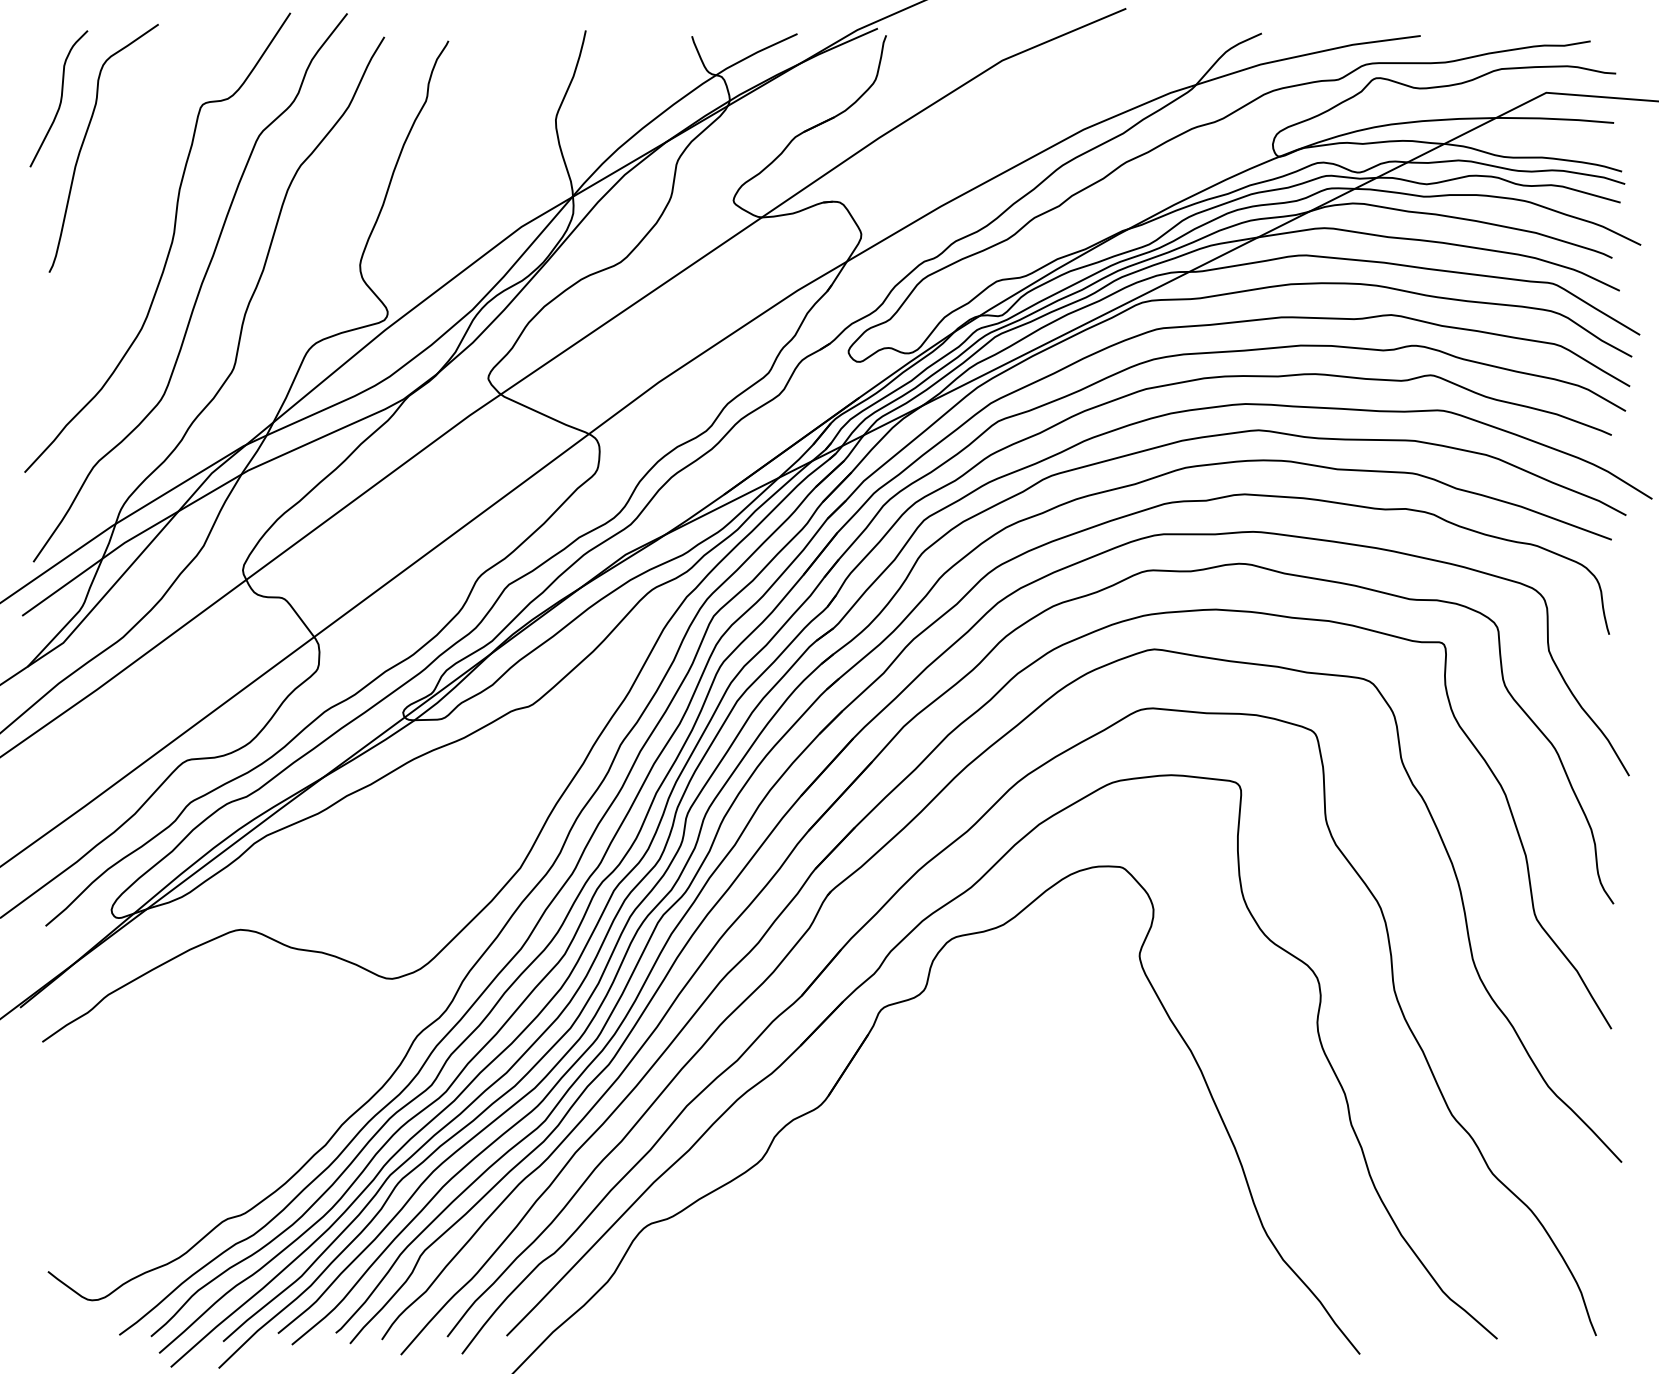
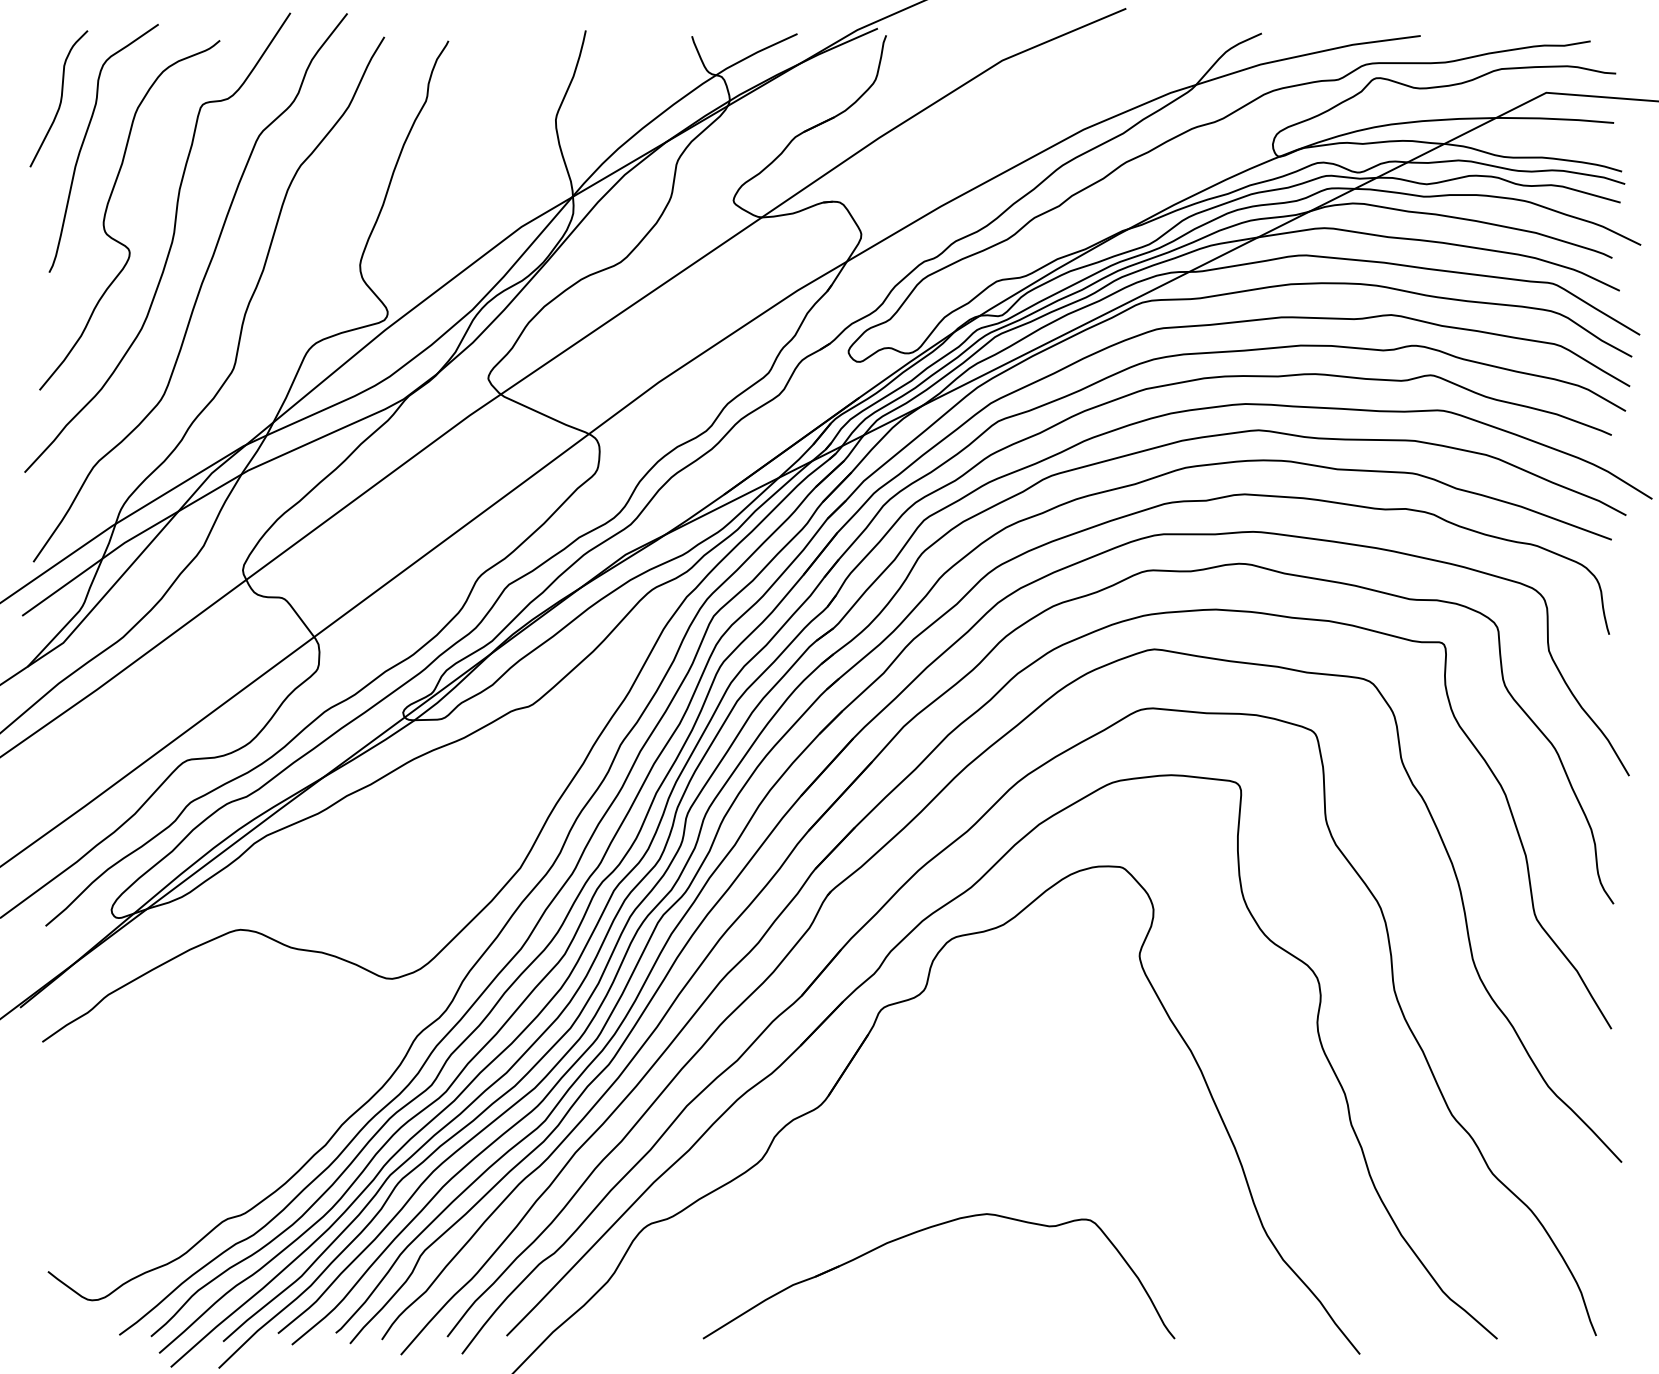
curve at (107, 209): none -> present
part at (924, 1230): none -> present
